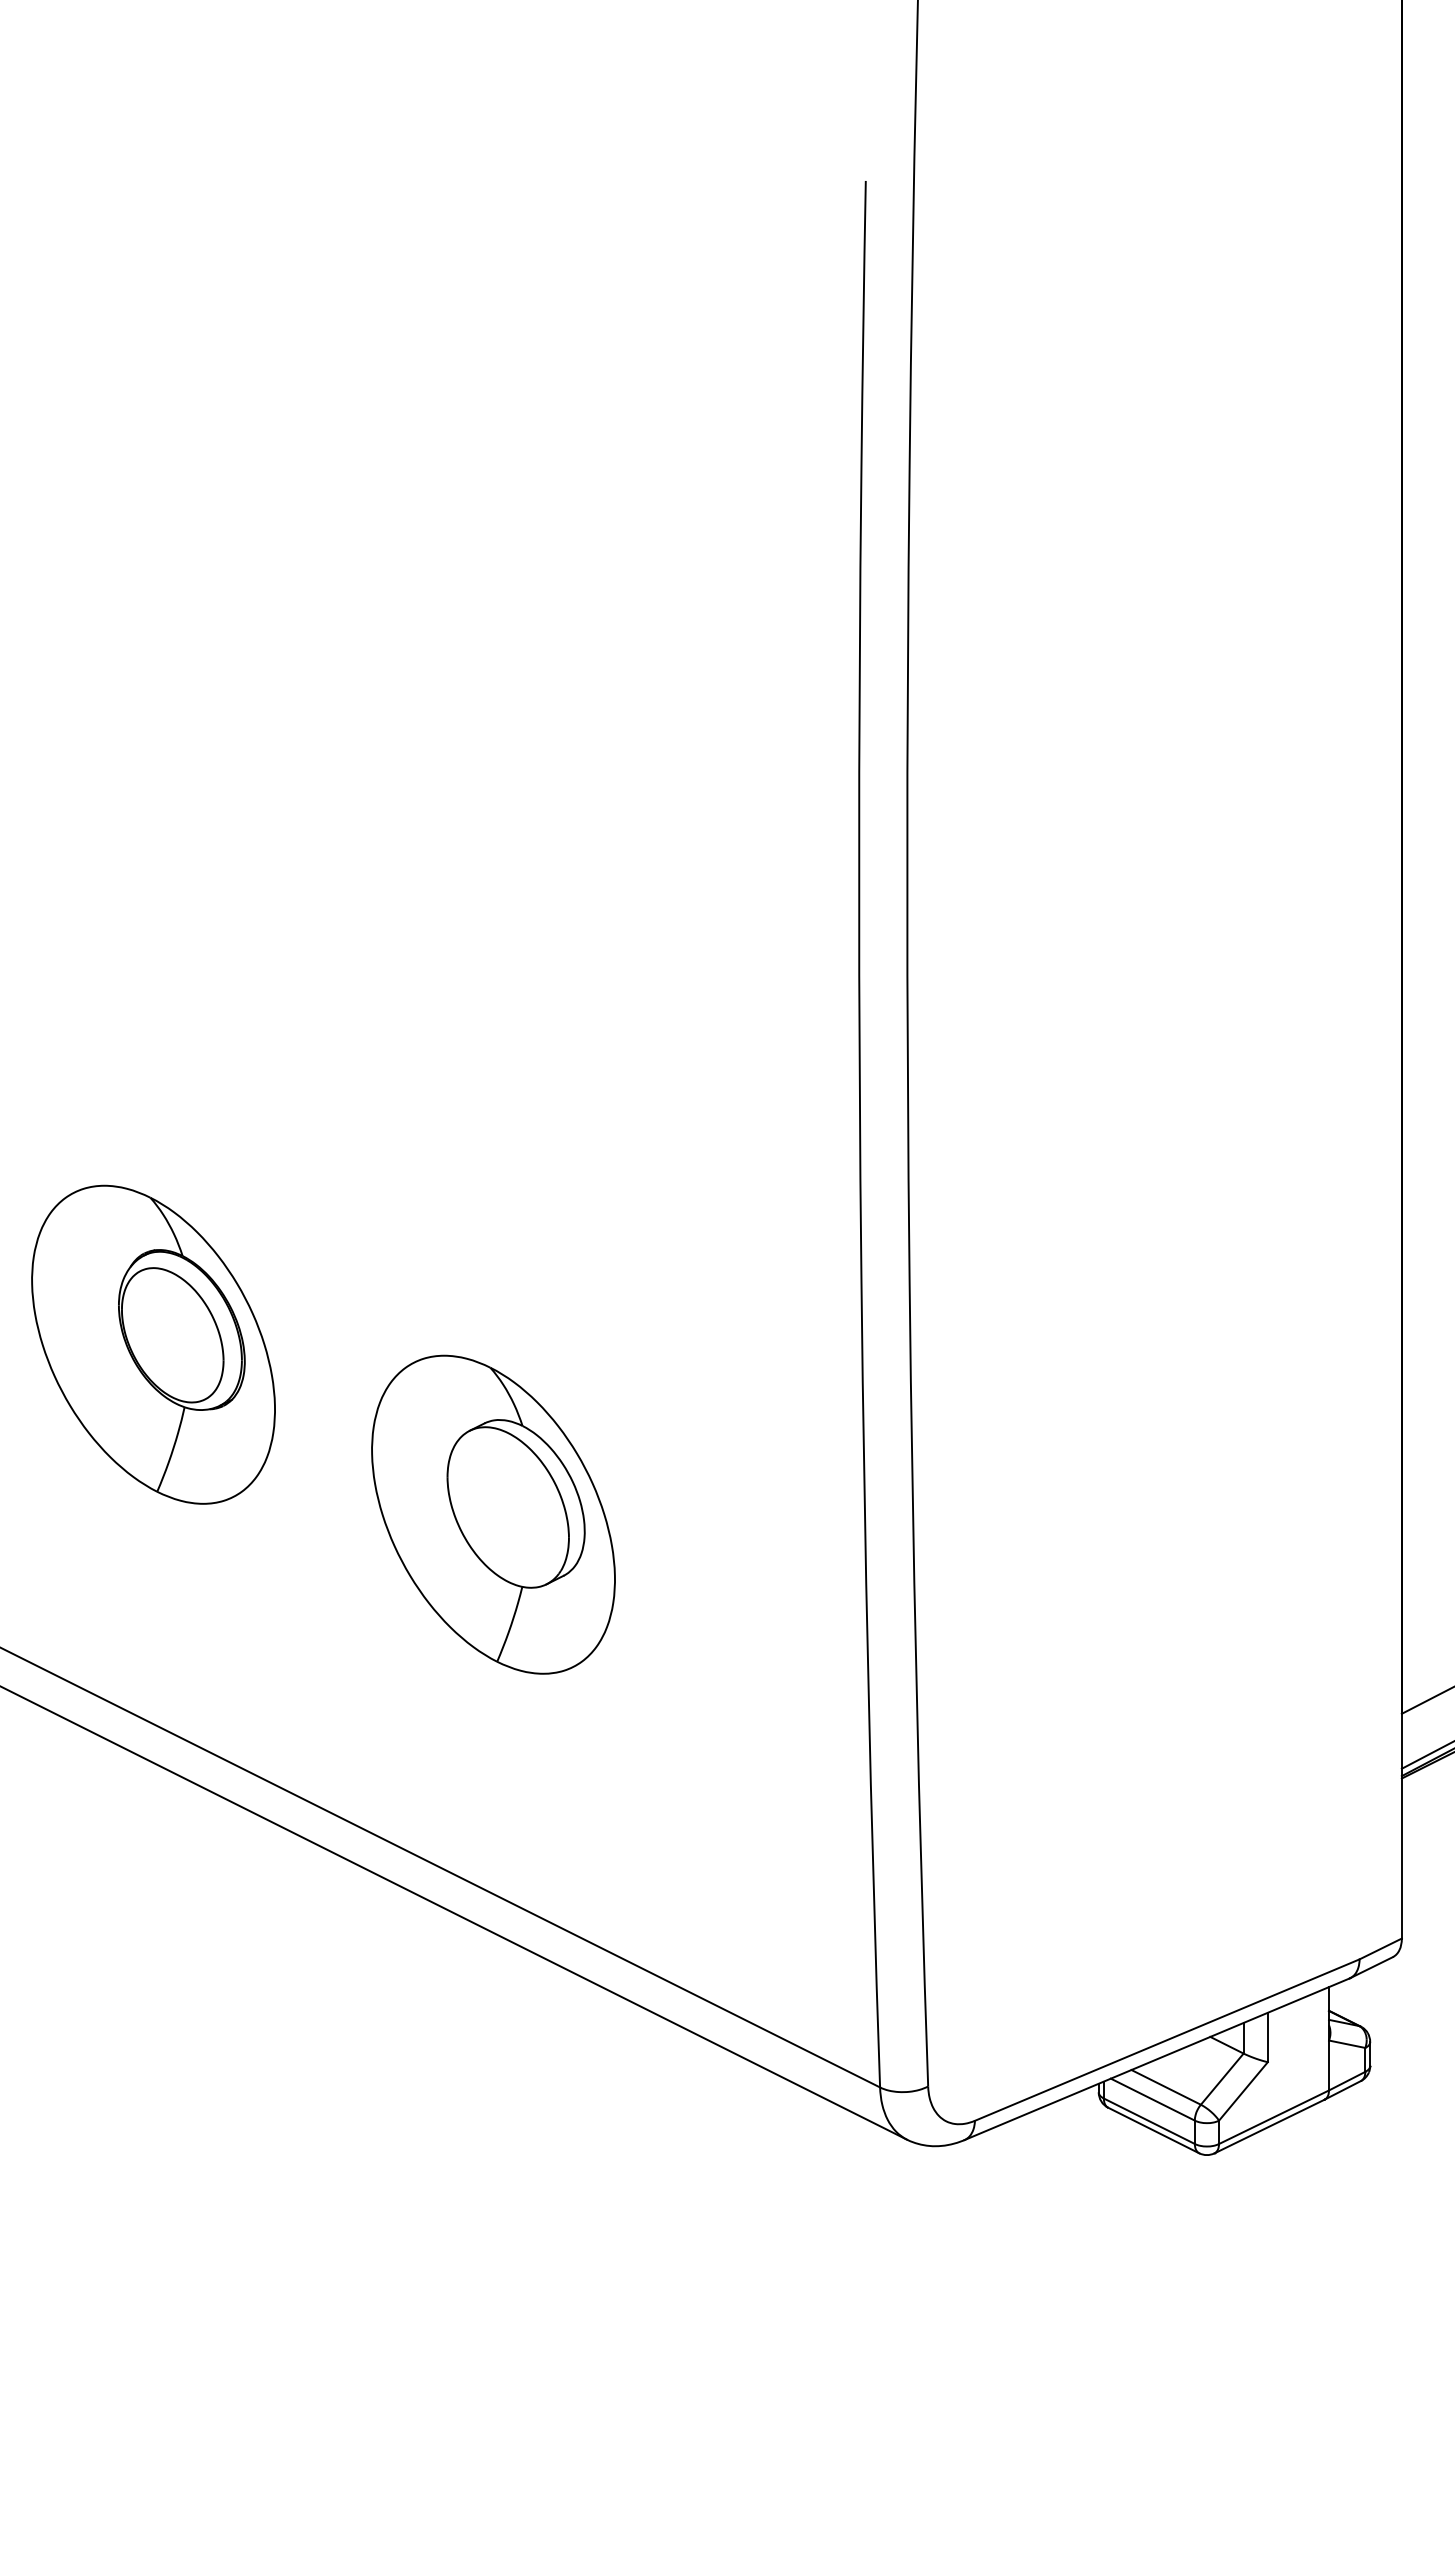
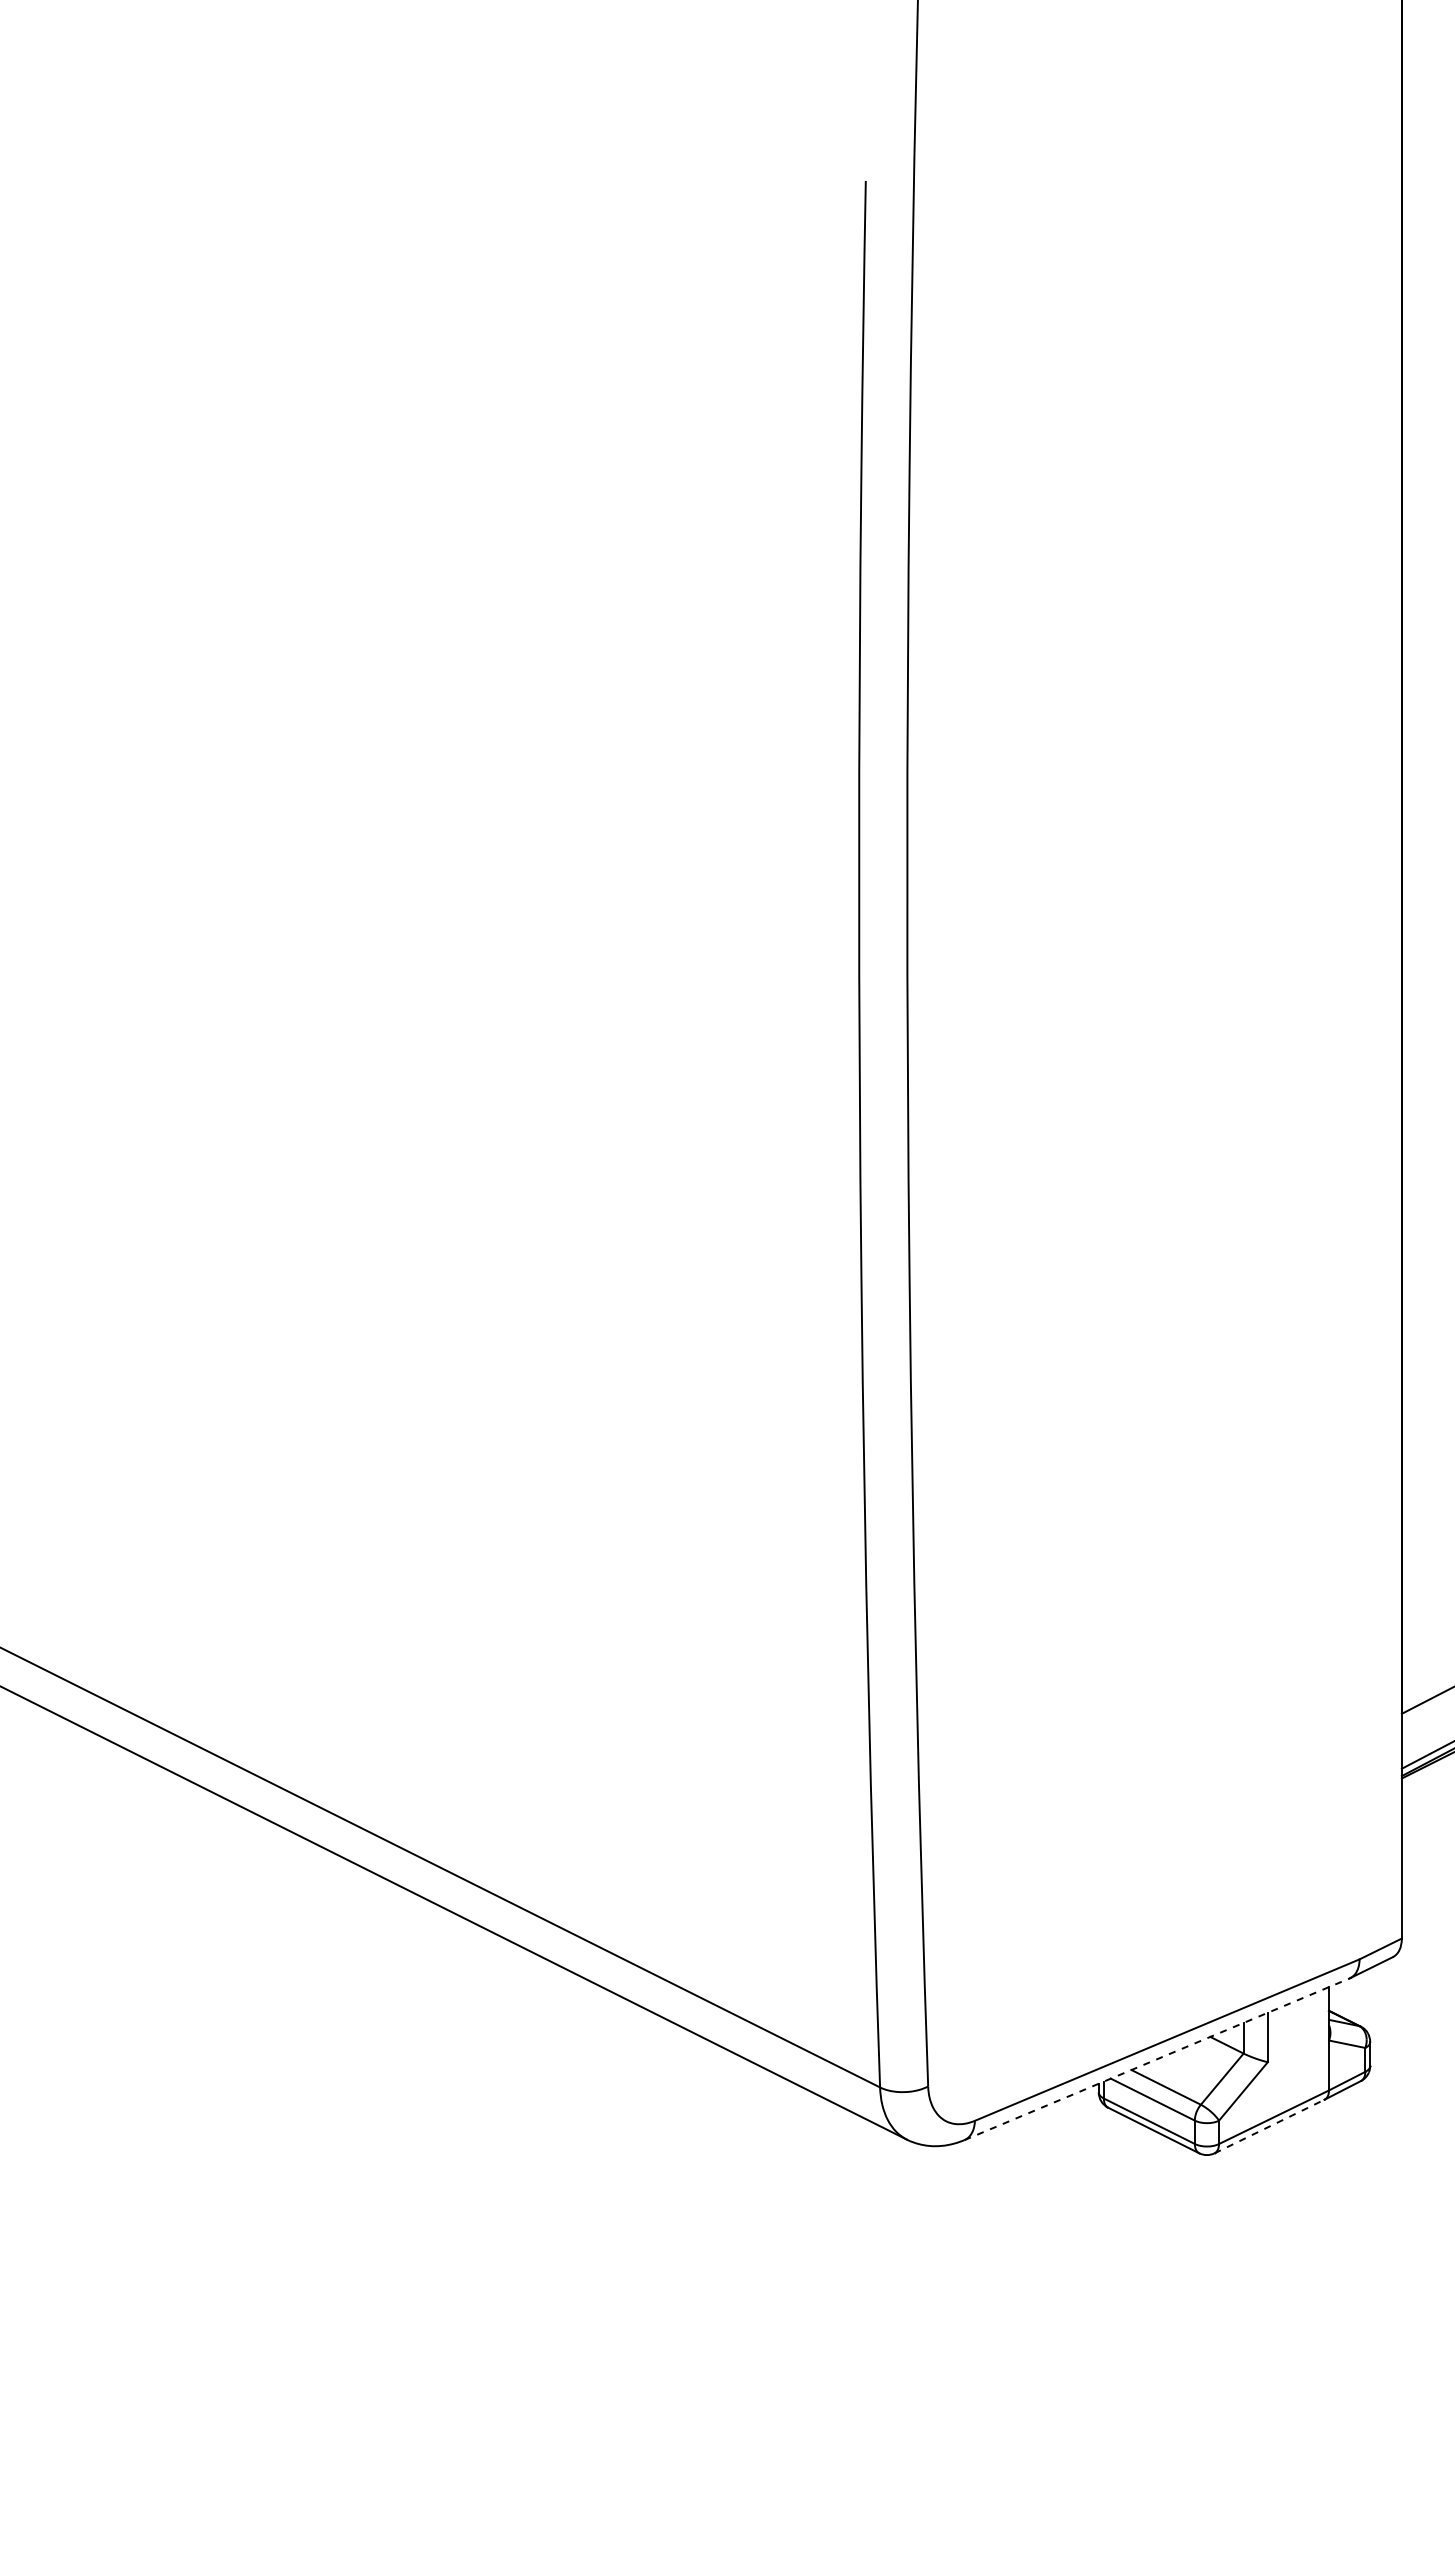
part at (153, 1344): present -> none
part at (493, 1514): present -> none
line at (1157, 2059): solid -> dashed
line at (1269, 2126): solid -> dashed
